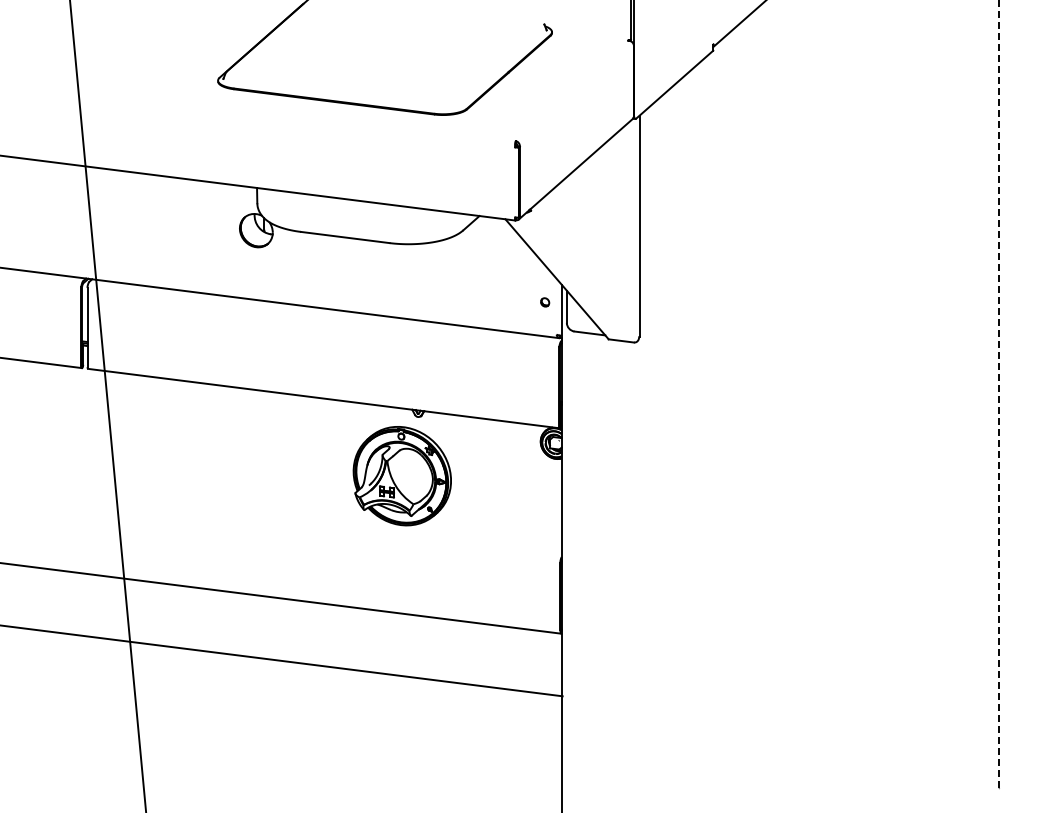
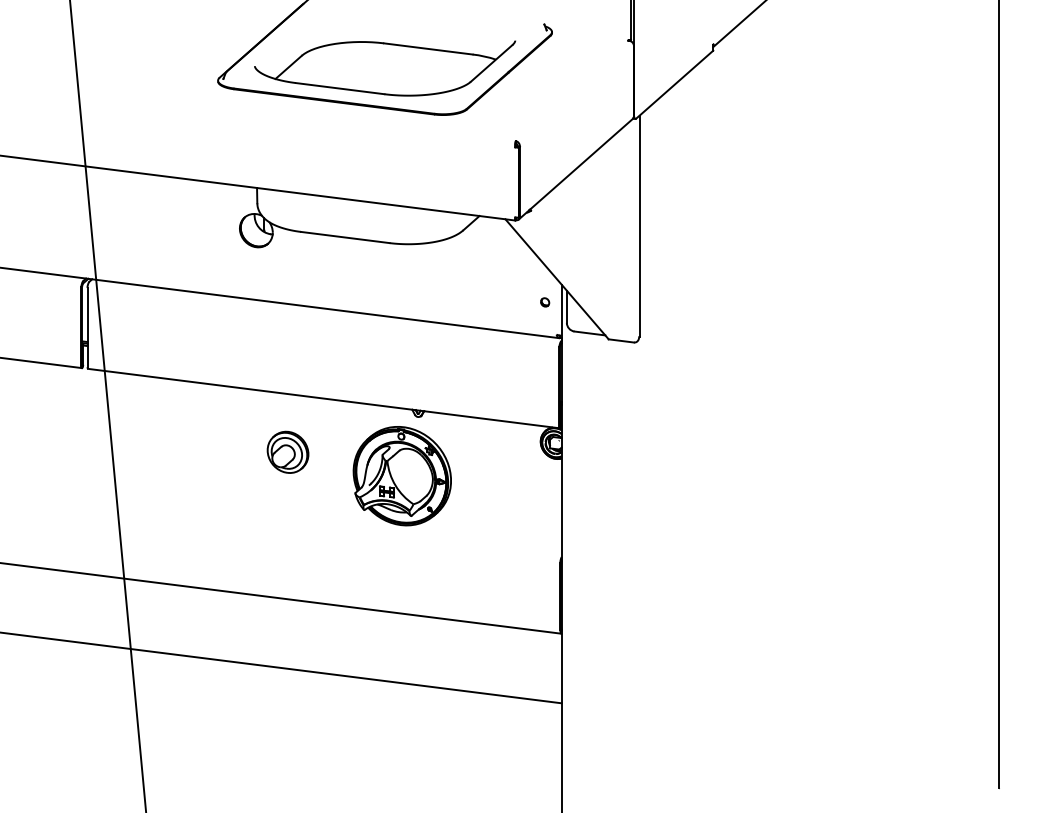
part at (384, 68): none -> present
line at (999, 394): dashed -> solid
part at (287, 451): none -> present
line at (282, 660) position: (282, 660) -> (281, 667)
